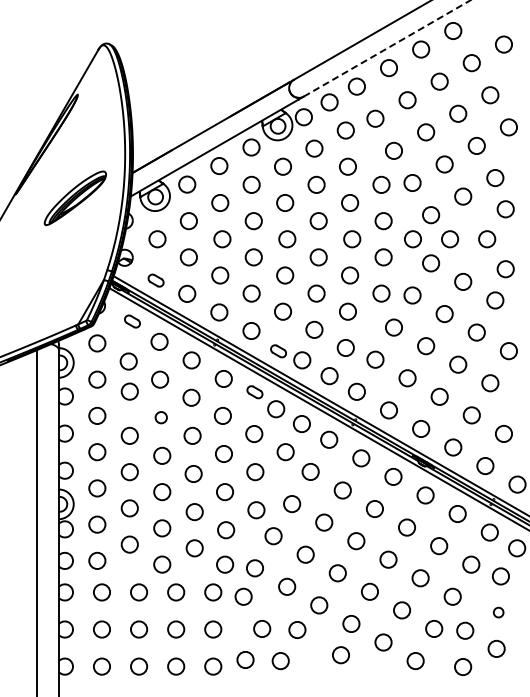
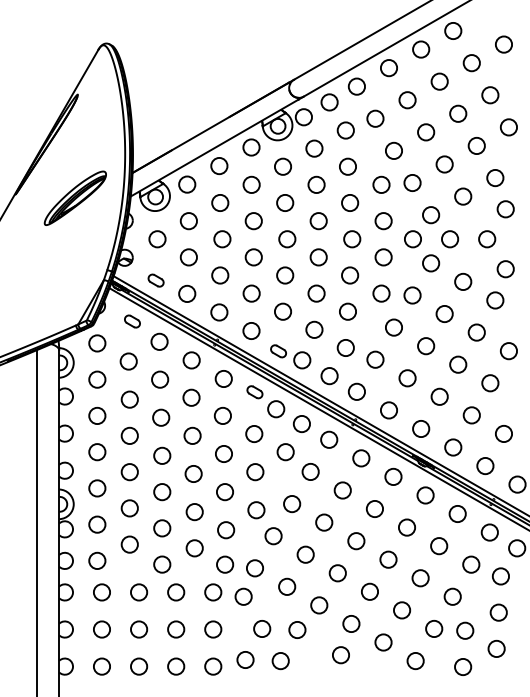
line at (387, 48): dashed -> solid
circle at (129, 391) position: (129, 391) -> (129, 399)
circle at (160, 417) size: 14x14 px -> 19x19 px
circle at (498, 612) size: 13x13 px -> 19x19 px
